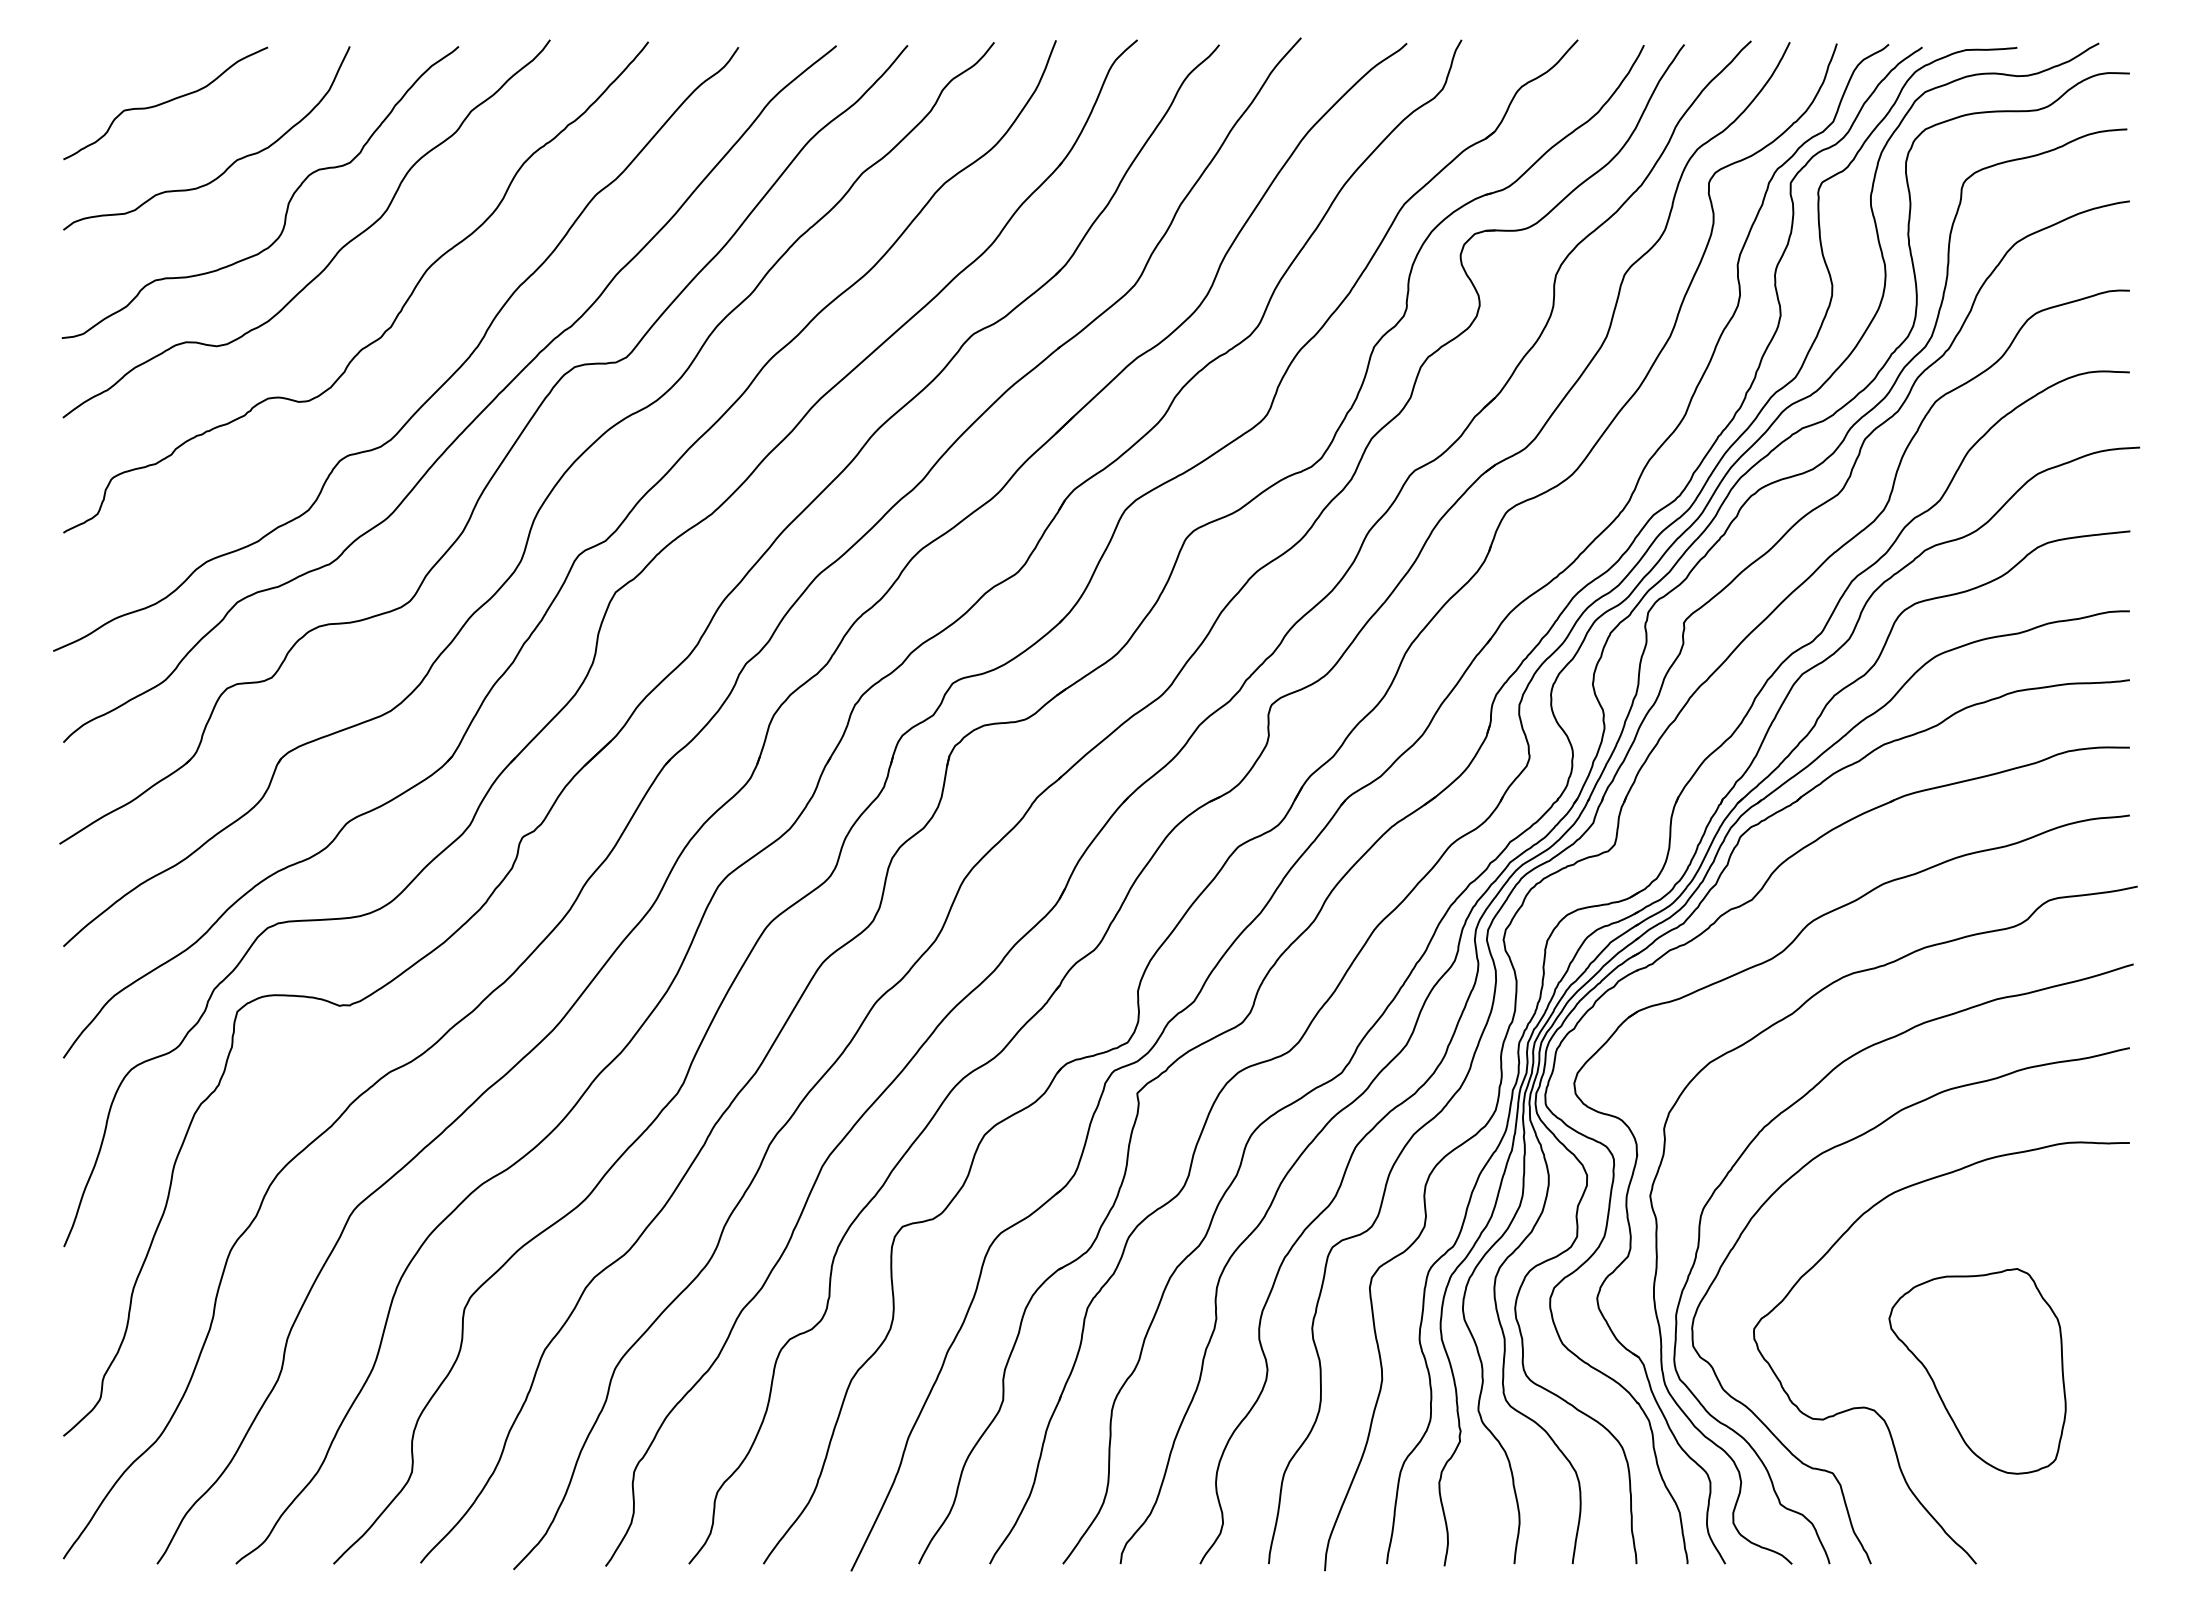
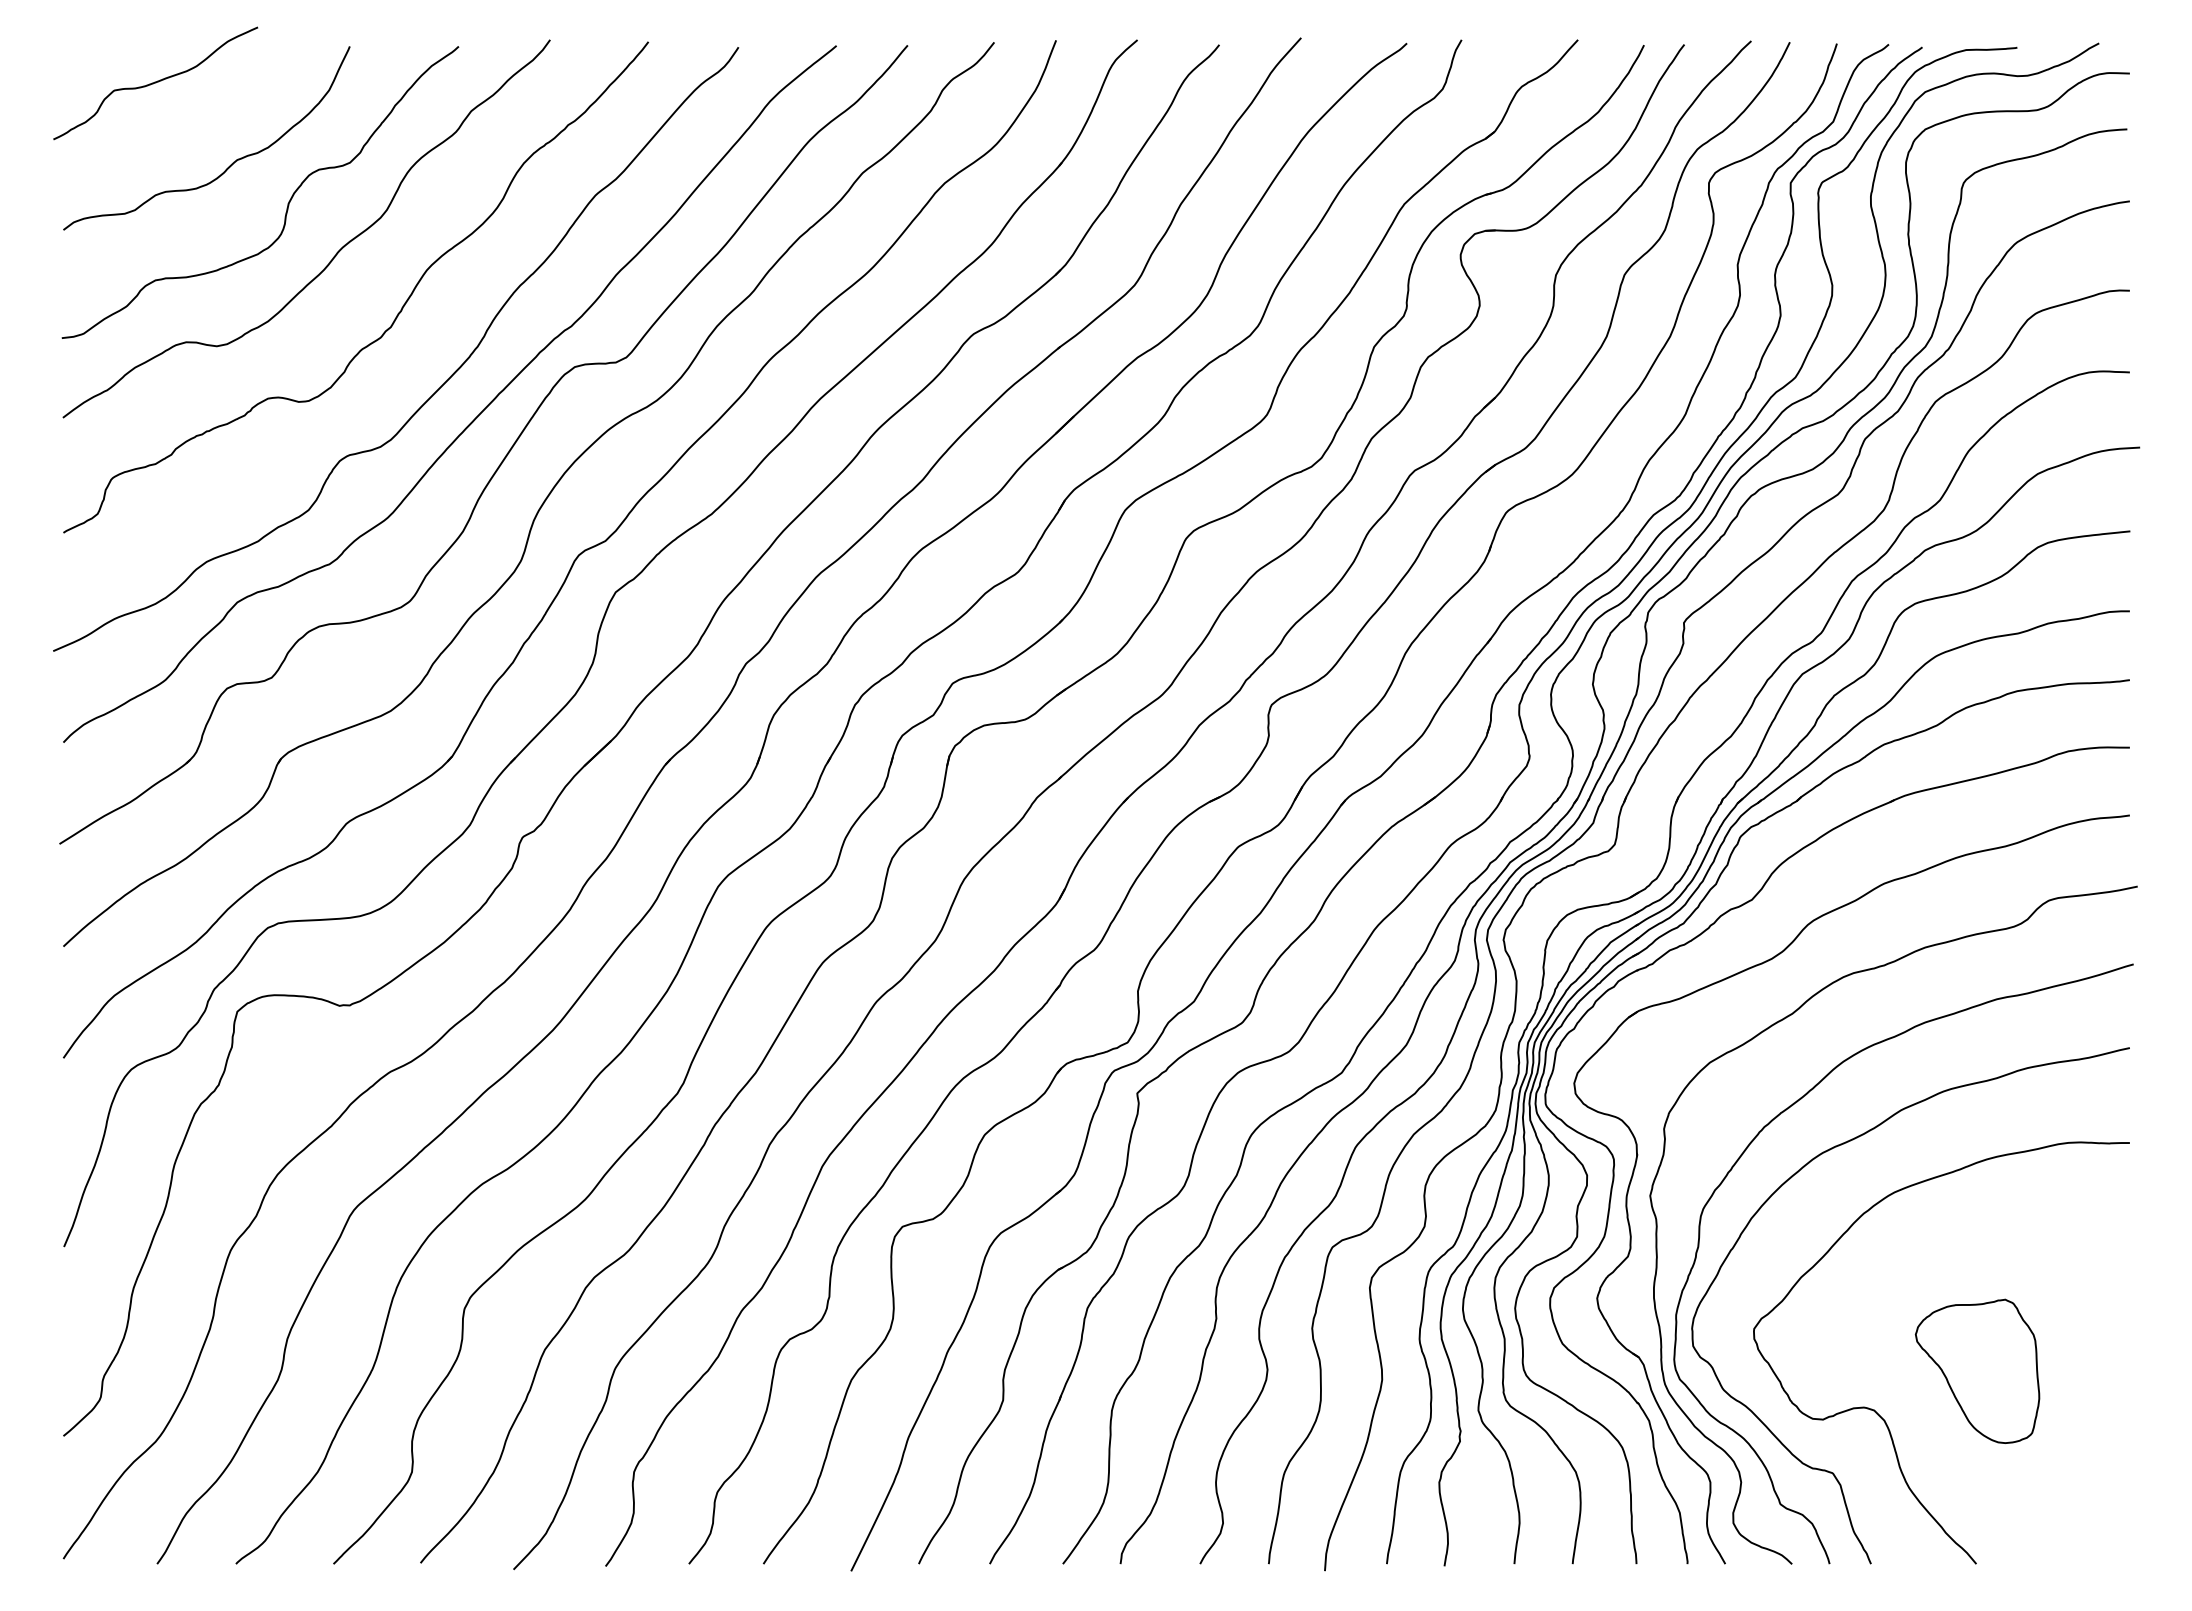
curve at (165, 103) position: (165, 103) -> (155, 83)
part at (1977, 1371) size: 179x207 px -> 127x146 px
